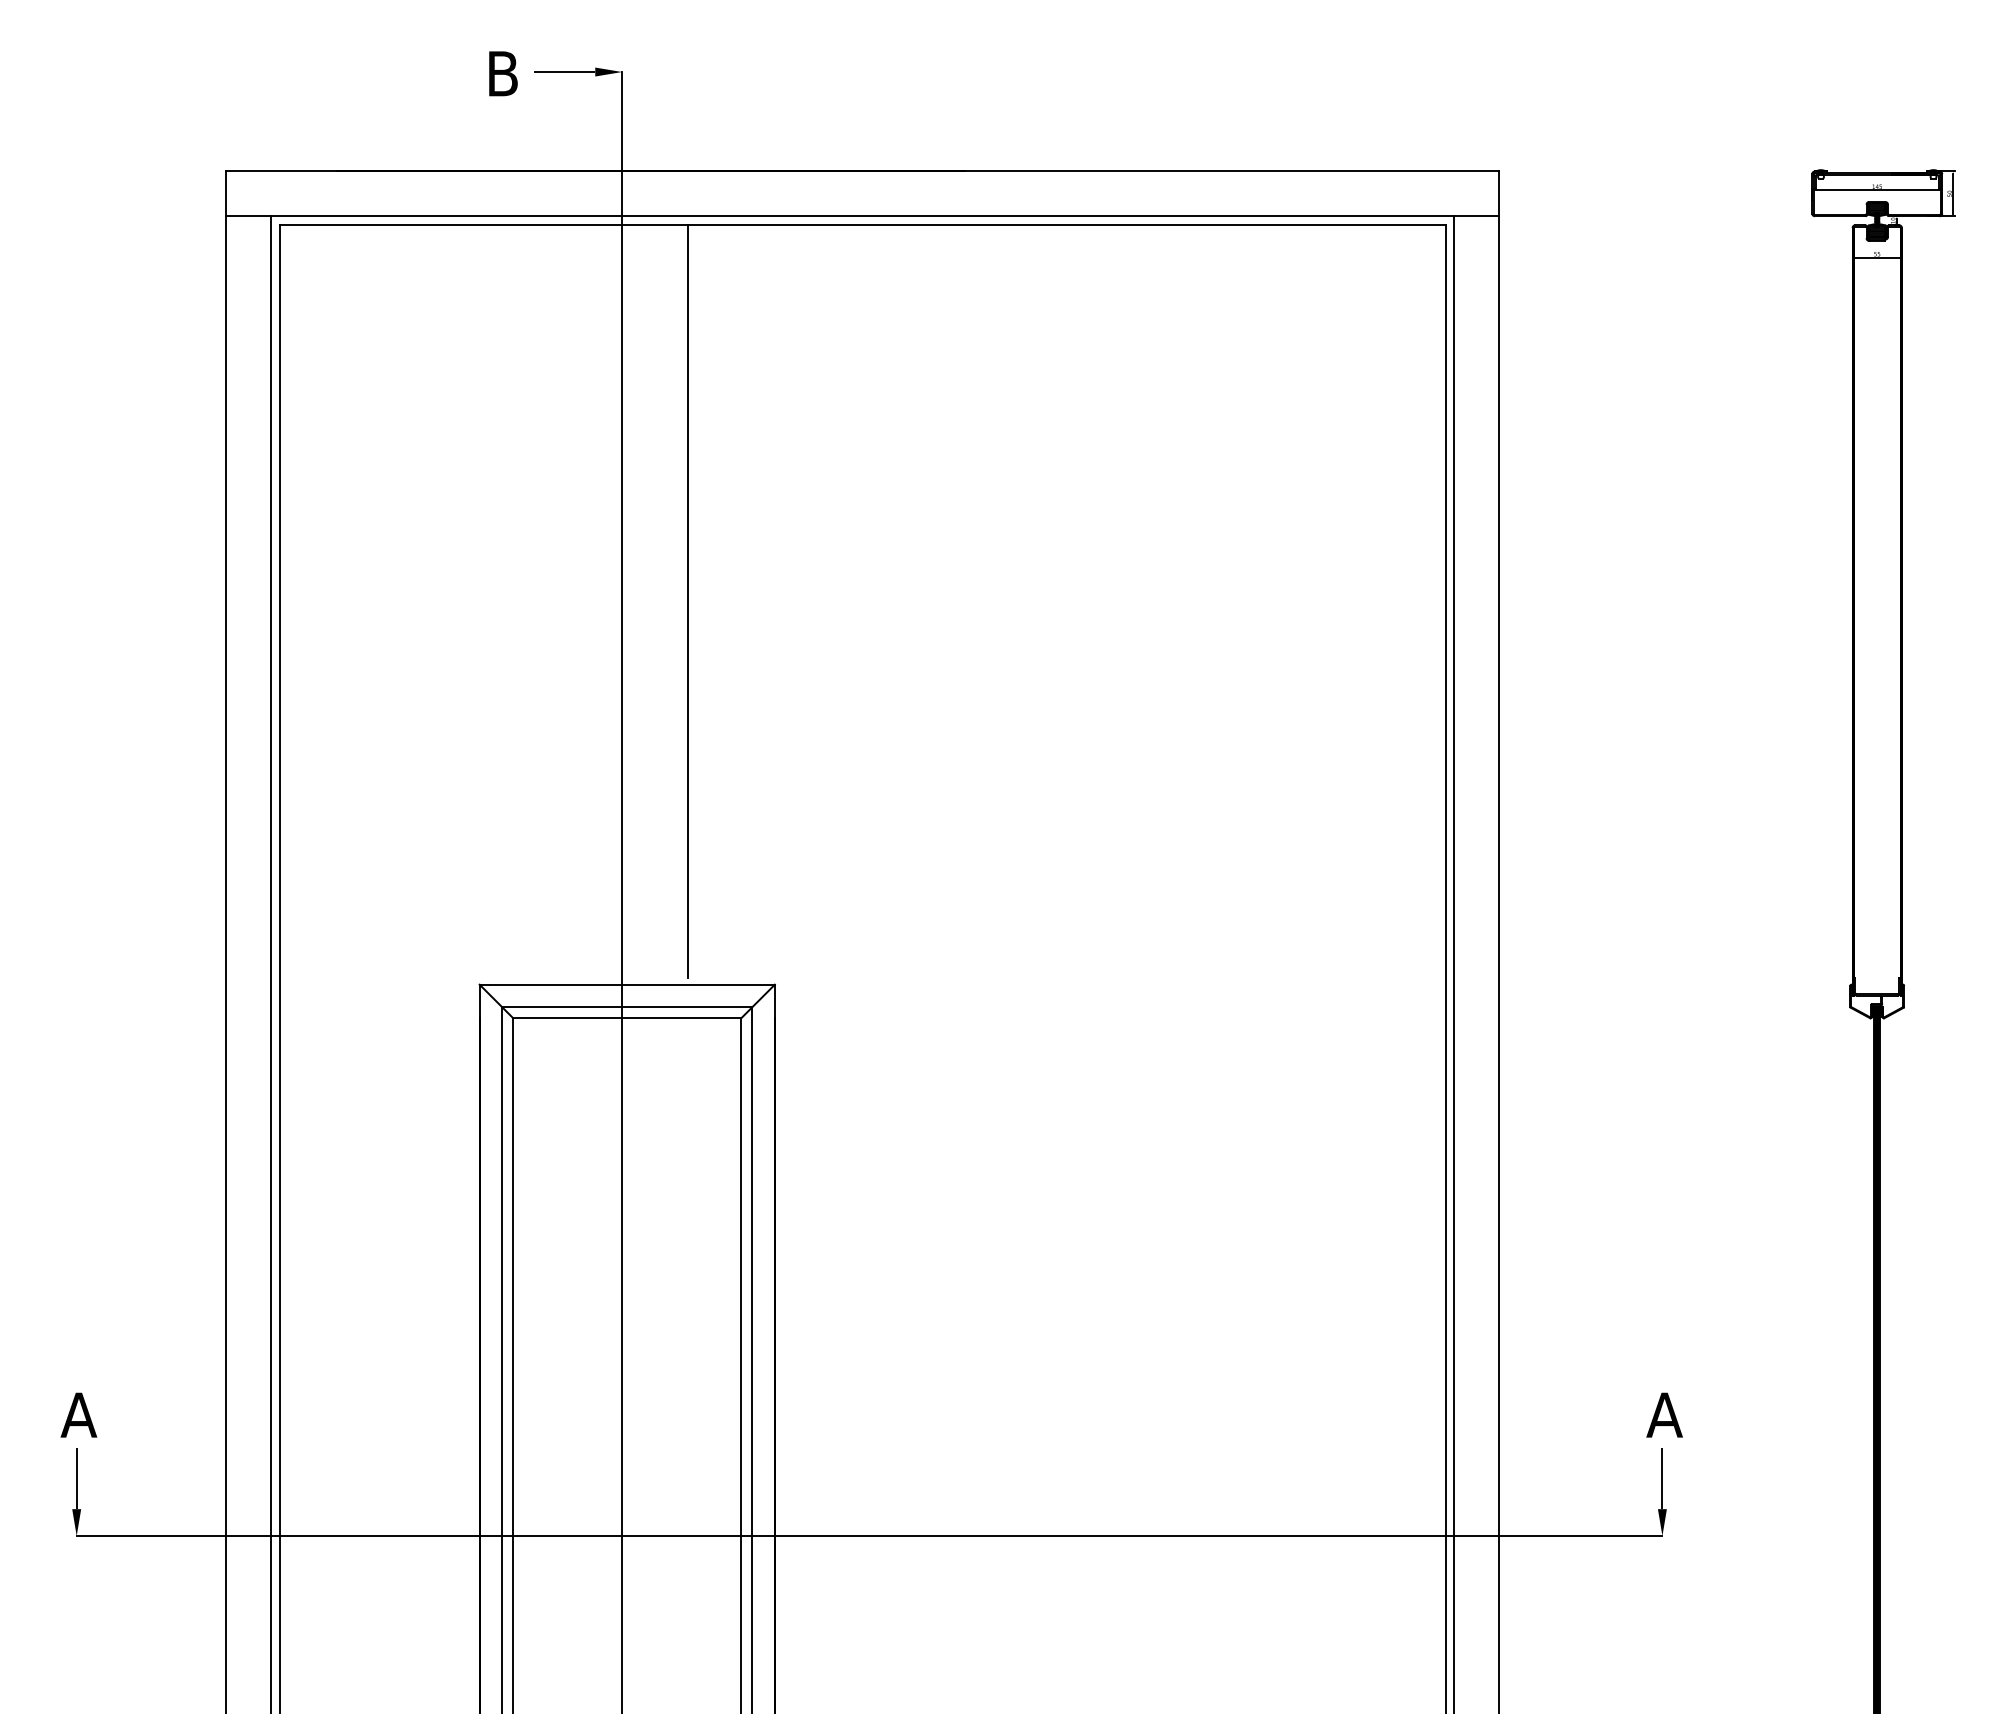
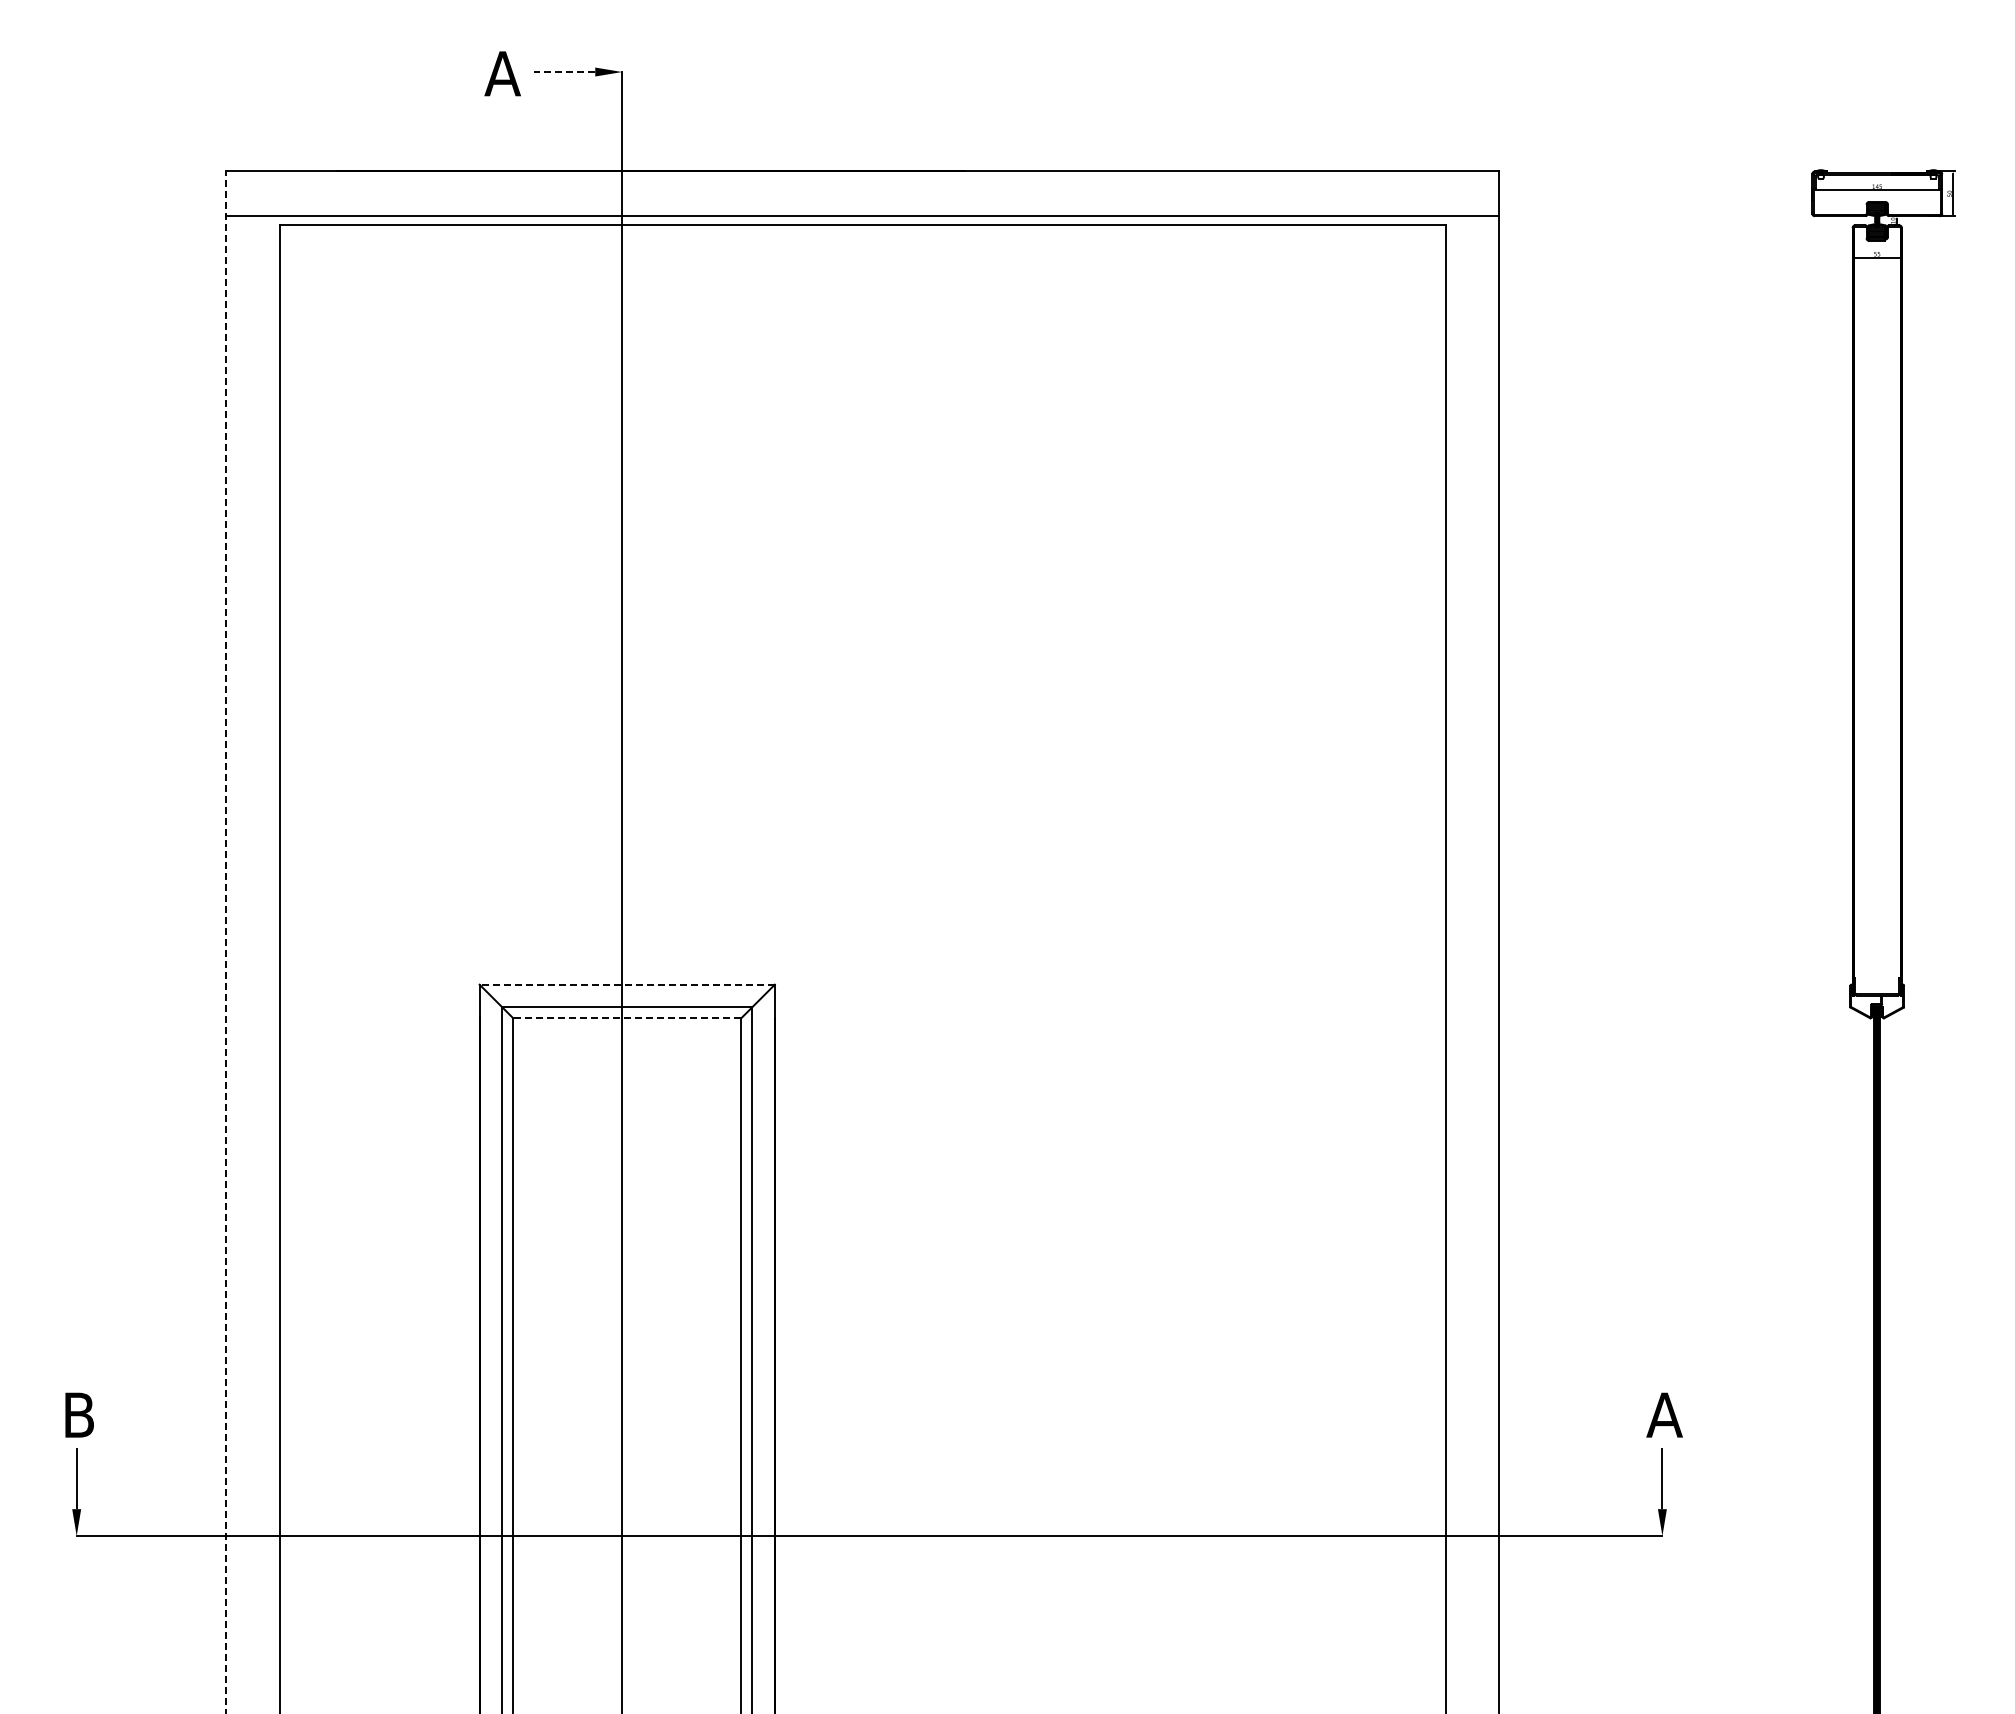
line at (564, 72): solid -> dashed
text at (502, 73): B -> A
line at (687, 601): present -> none
line at (226, 942): solid -> dashed
line at (270, 963): present -> none
line at (1454, 963): present -> none
line at (627, 984): solid -> dashed
line at (627, 1018): solid -> dashed
text at (78, 1414): A -> B
